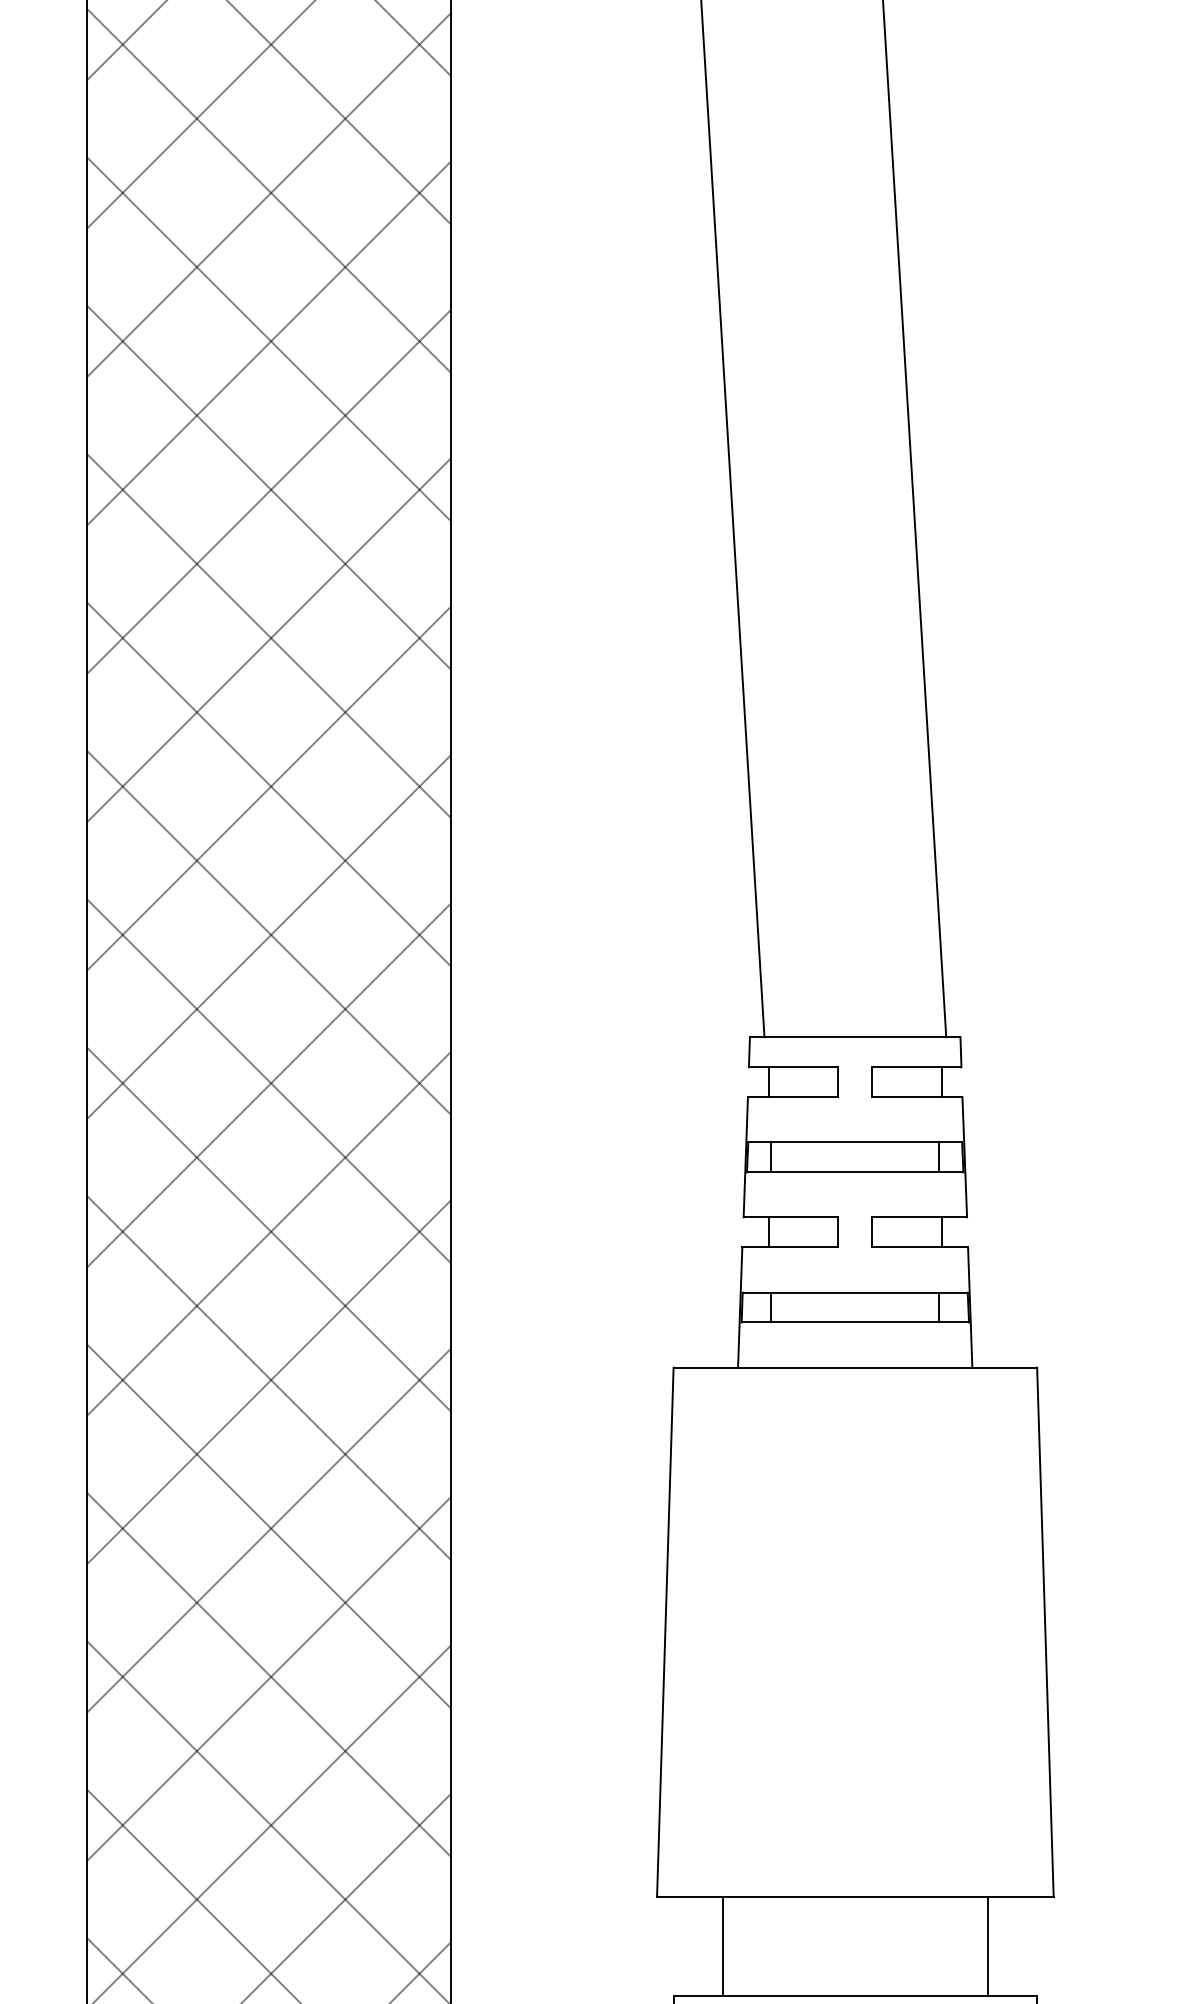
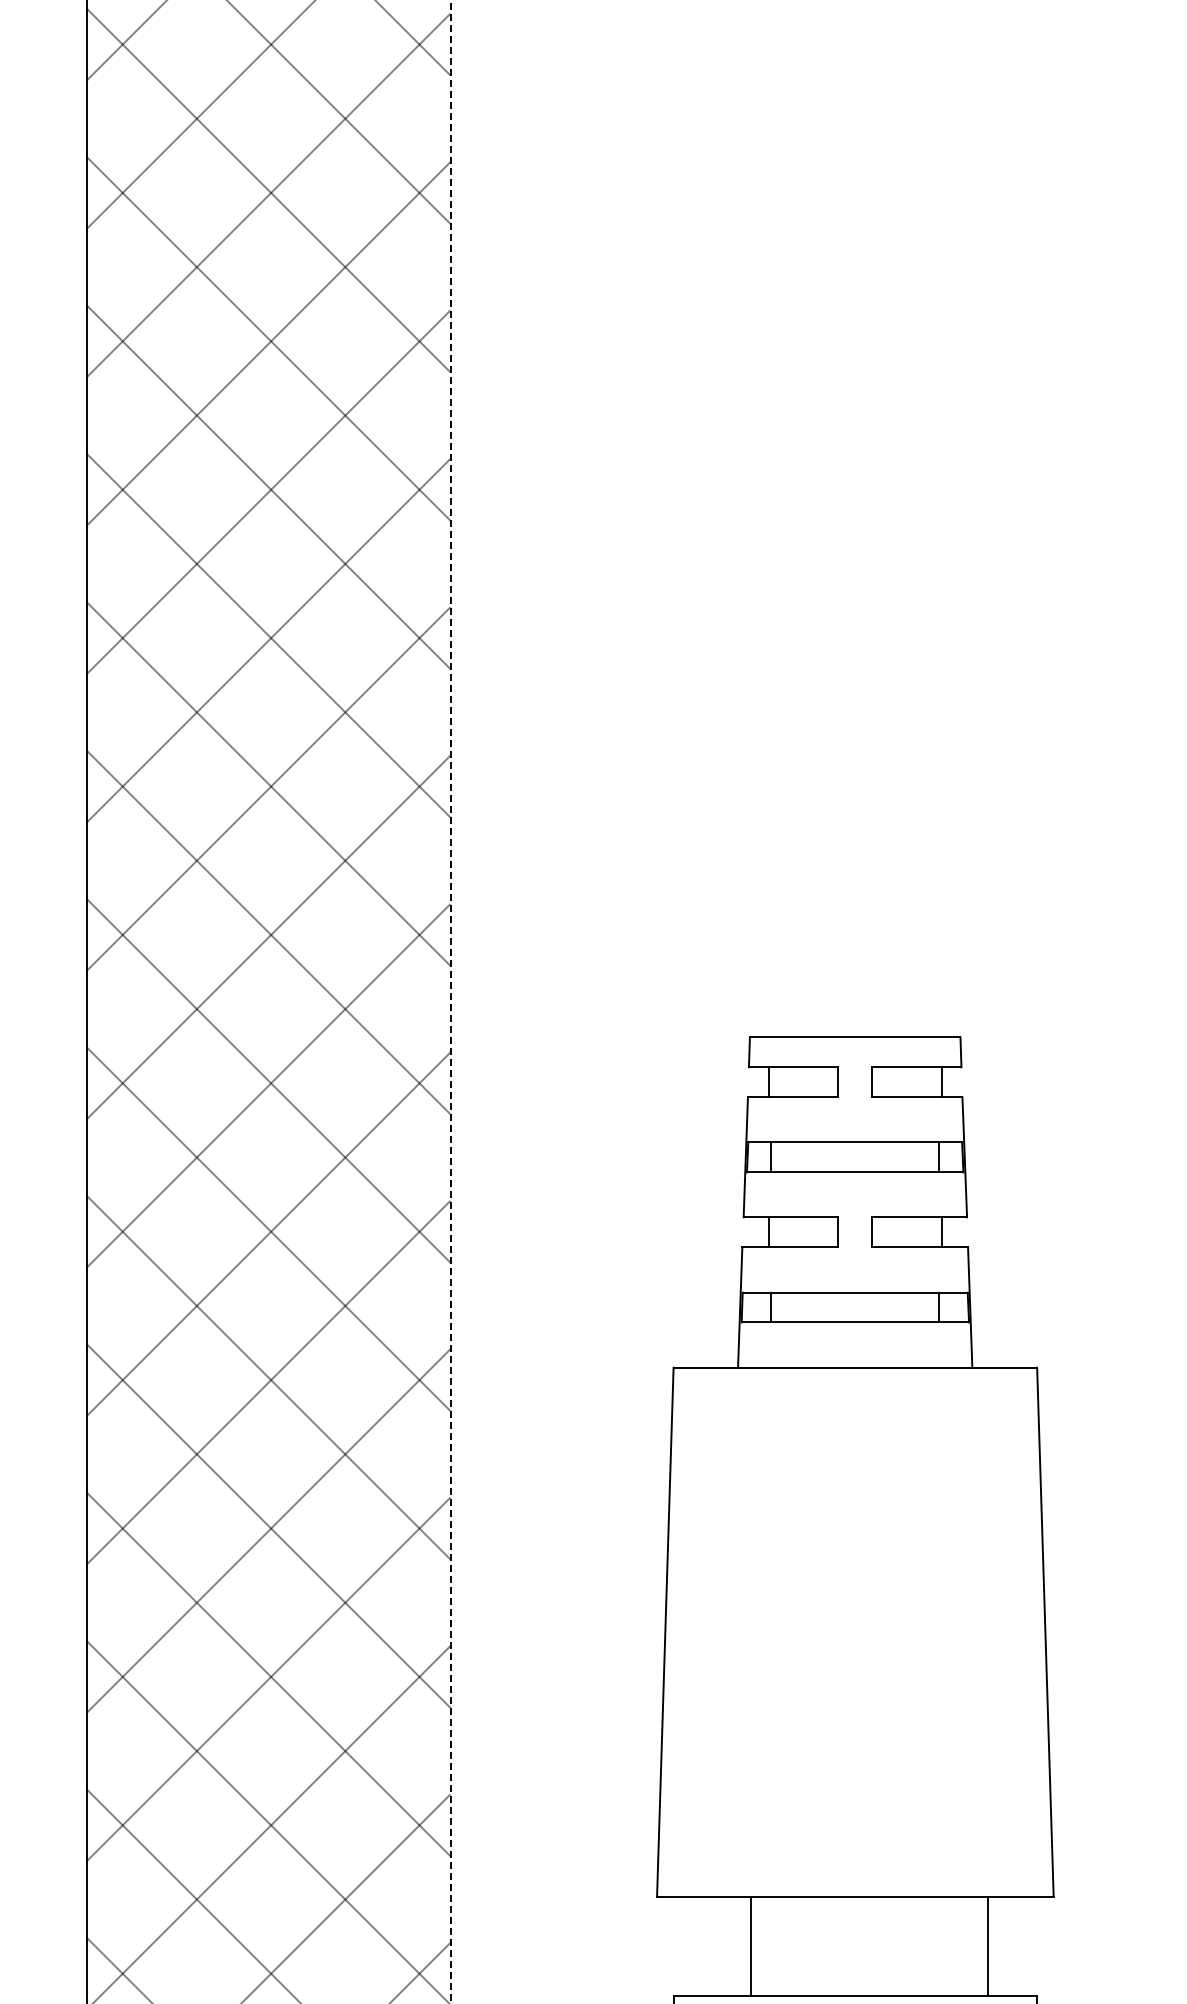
line at (732, 519): present -> none
line at (914, 519): present -> none
line at (450, 1002): solid -> dashed
line at (723, 1945) position: (723, 1945) -> (751, 1945)
